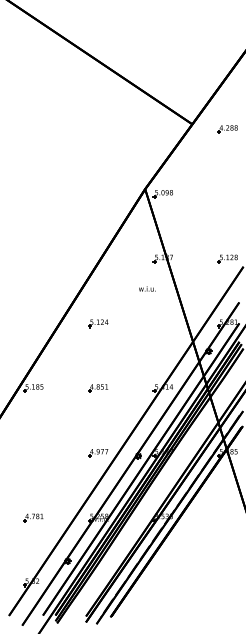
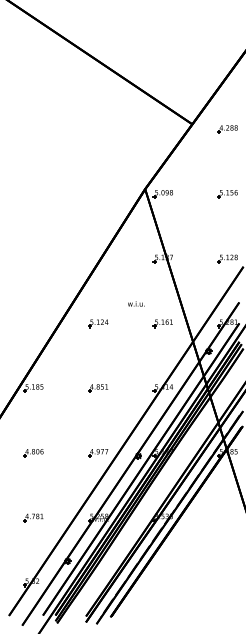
part at (227, 194): none -> present
text at (147, 288) position: (147, 288) -> (136, 303)
part at (162, 323): none -> present
part at (33, 453): none -> present
